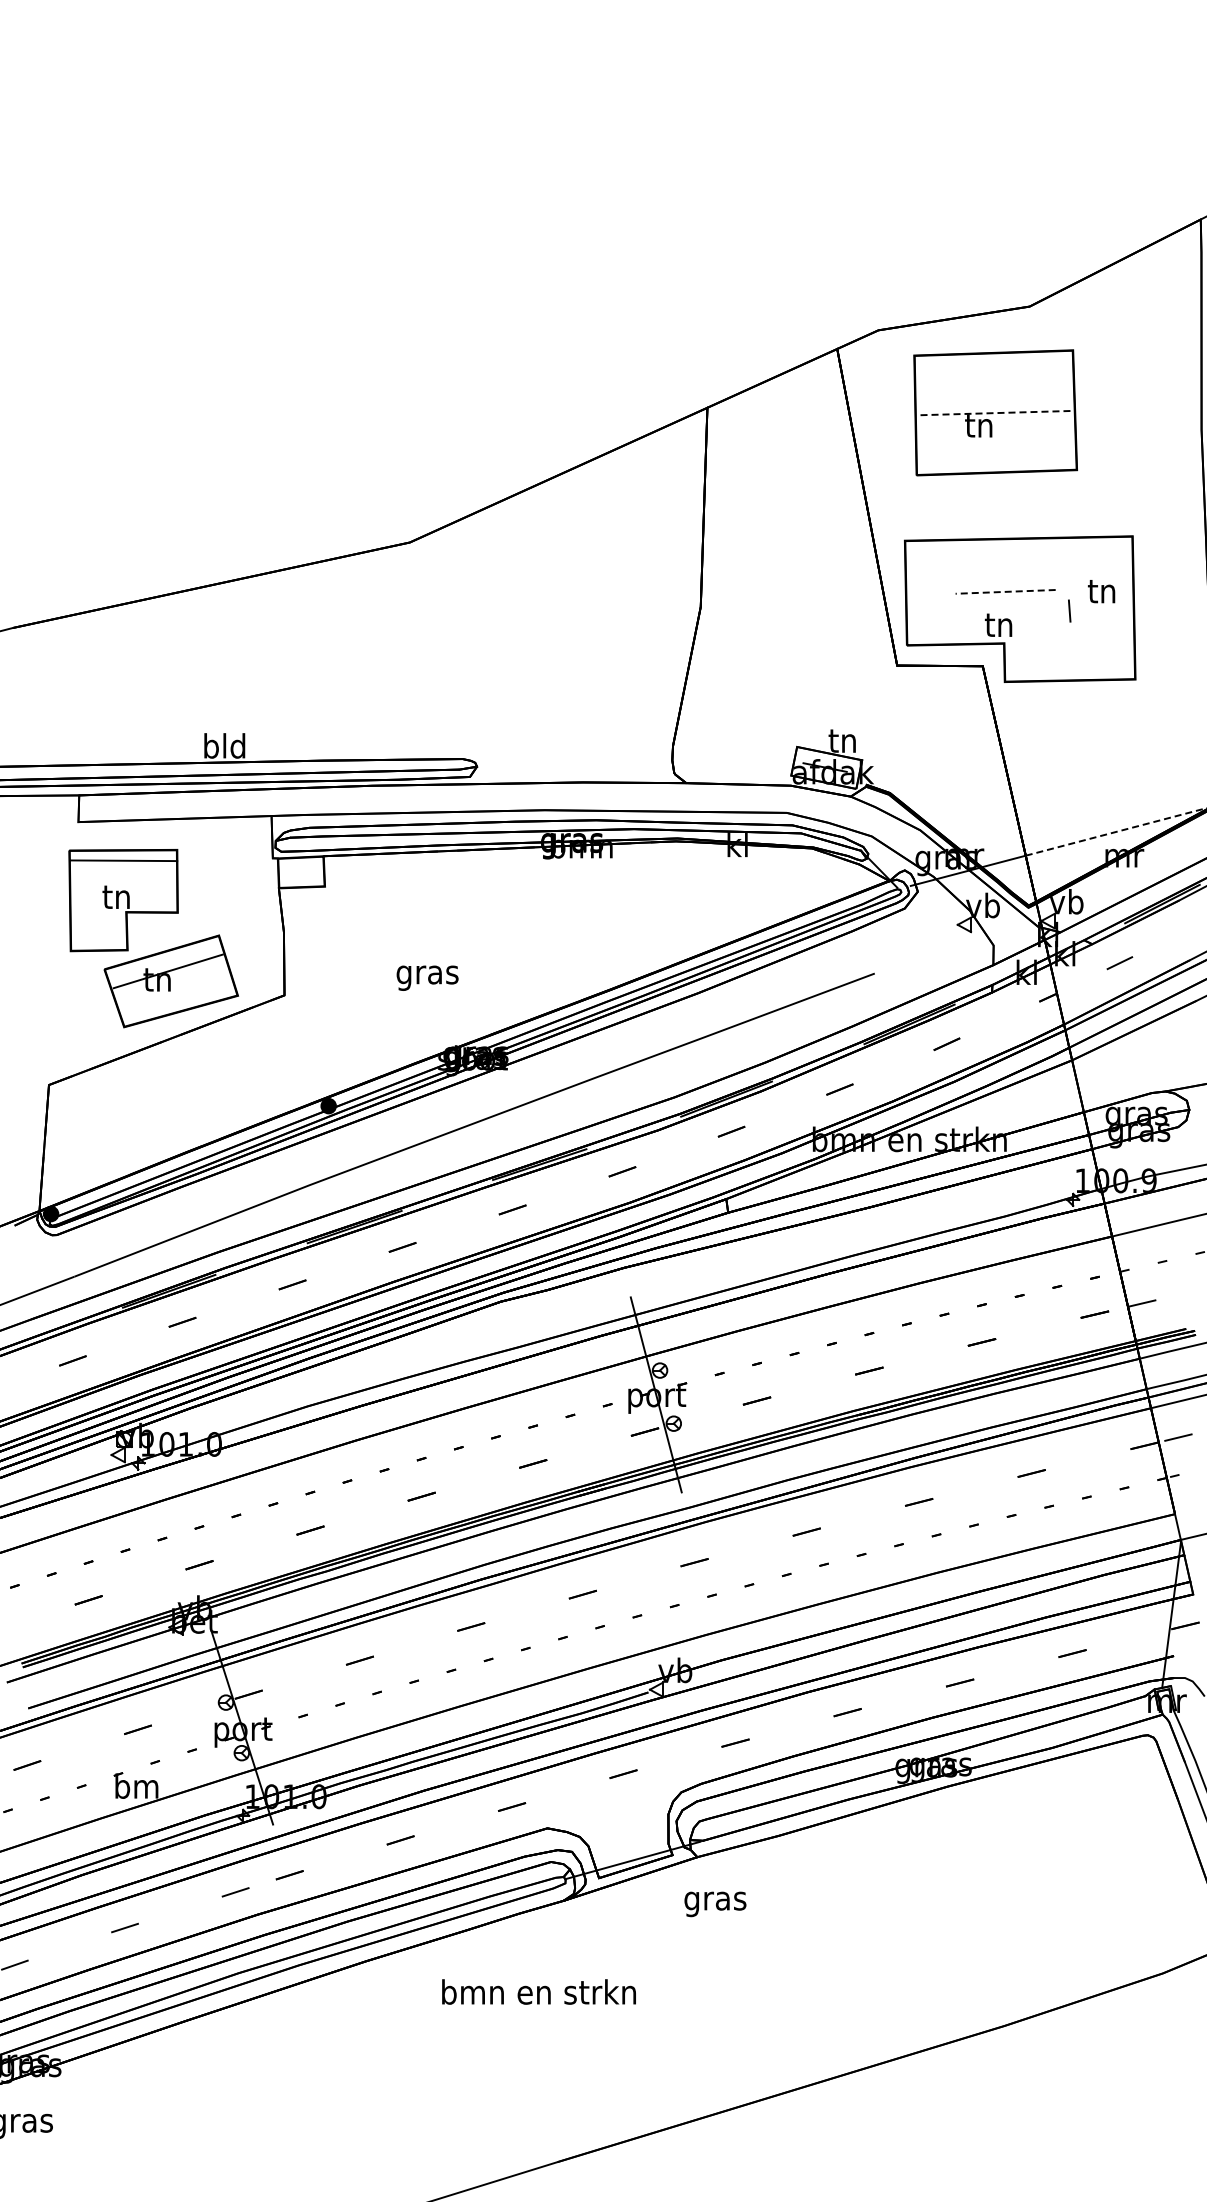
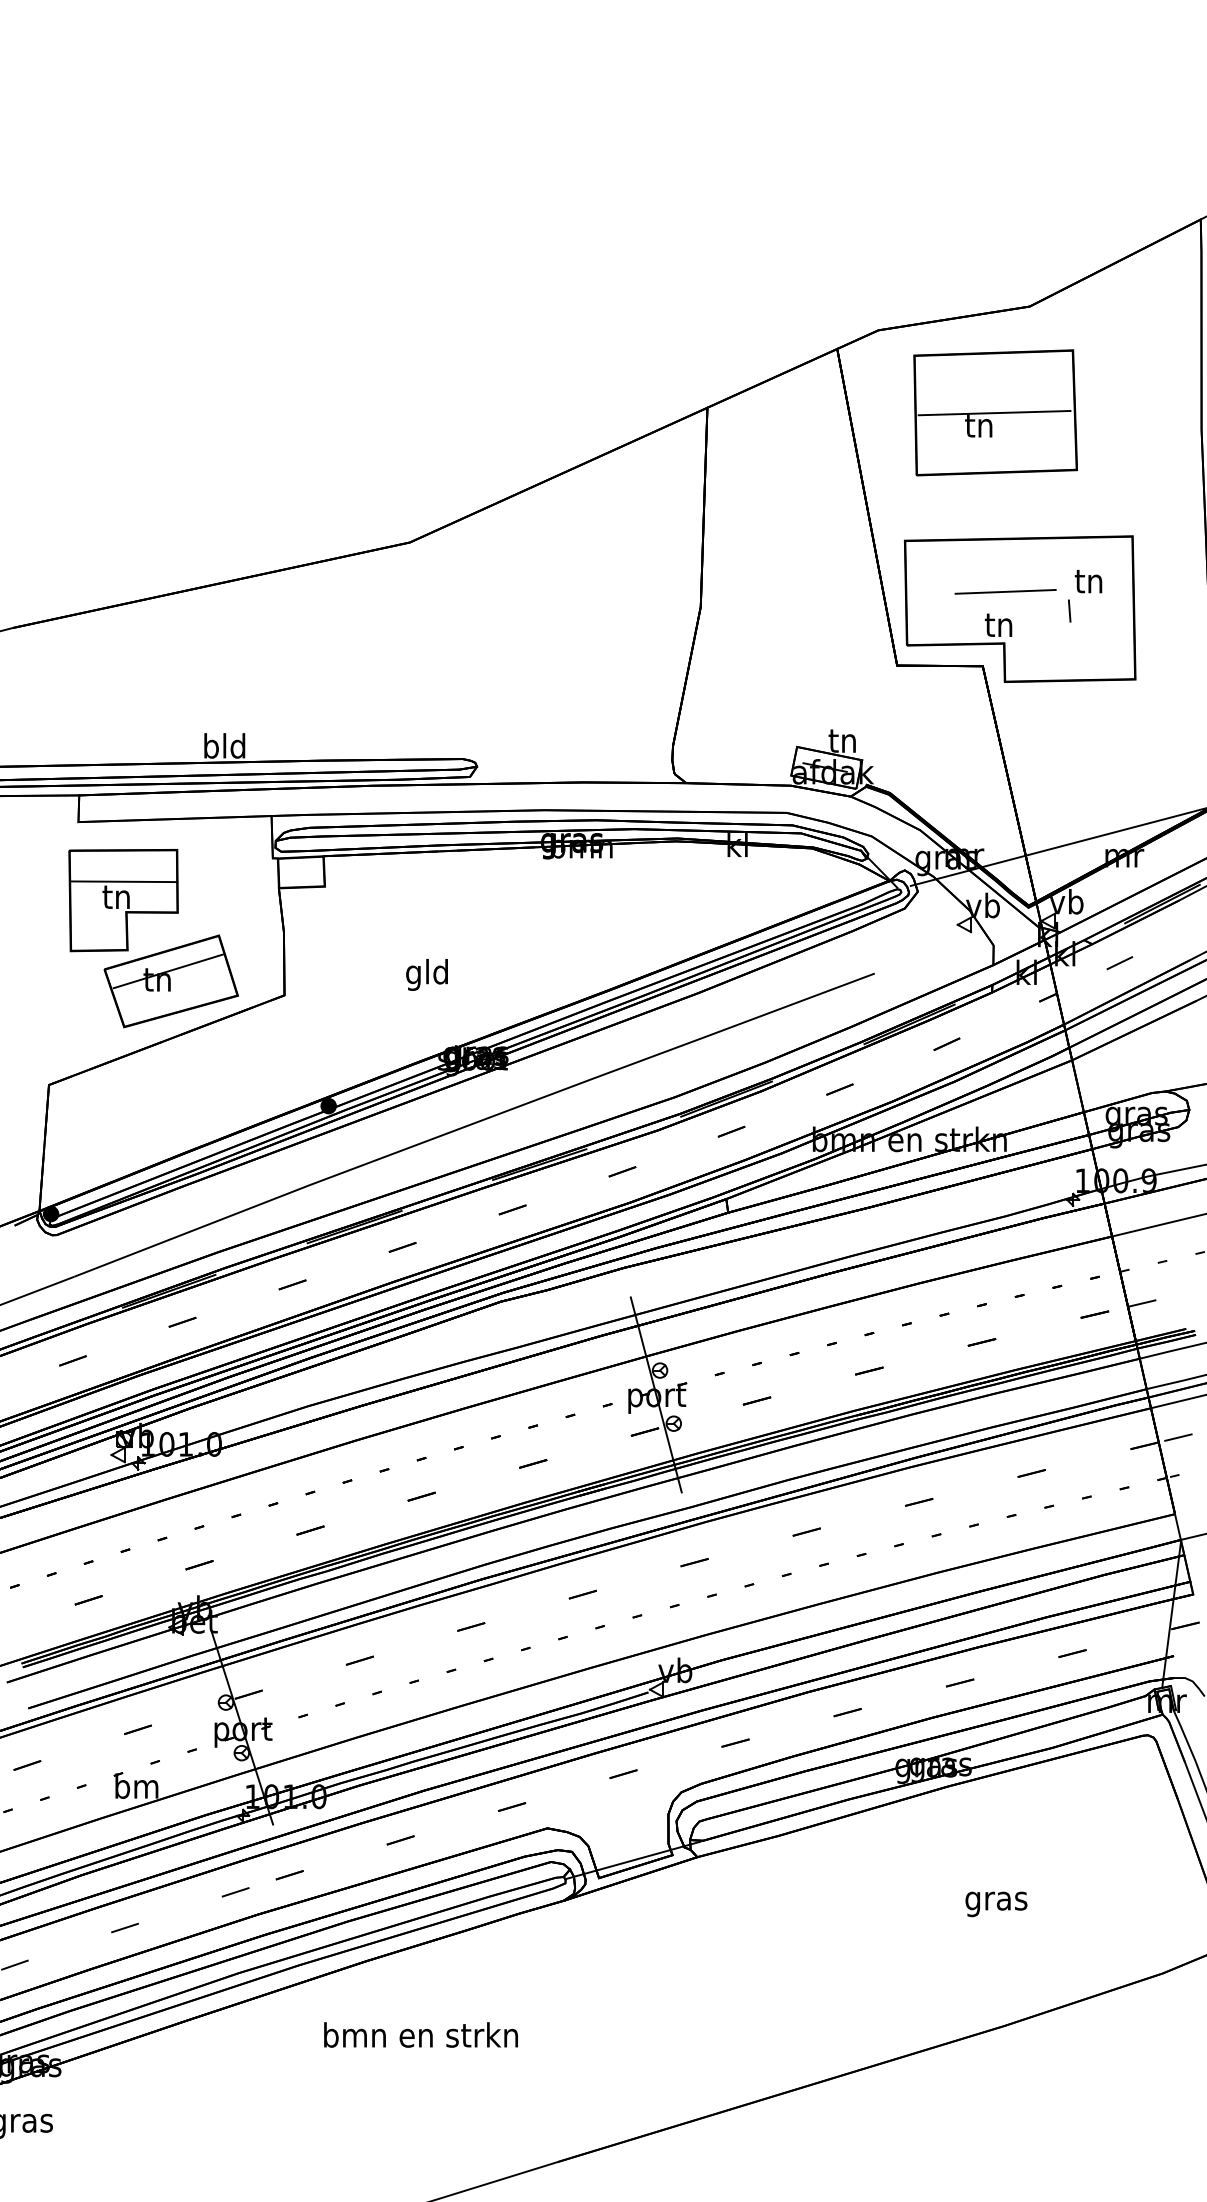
line at (994, 413): dashed -> solid
line at (1005, 591): dashed -> solid
text at (1101, 591) position: (1101, 591) -> (1088, 581)
line at (1116, 831): dashed -> solid
line at (123, 860) position: (123, 860) -> (123, 881)
text at (427, 974): gras -> gld
text at (715, 1904) position: (715, 1904) -> (996, 1904)
text at (538, 1991) position: (538, 1991) -> (420, 2034)
